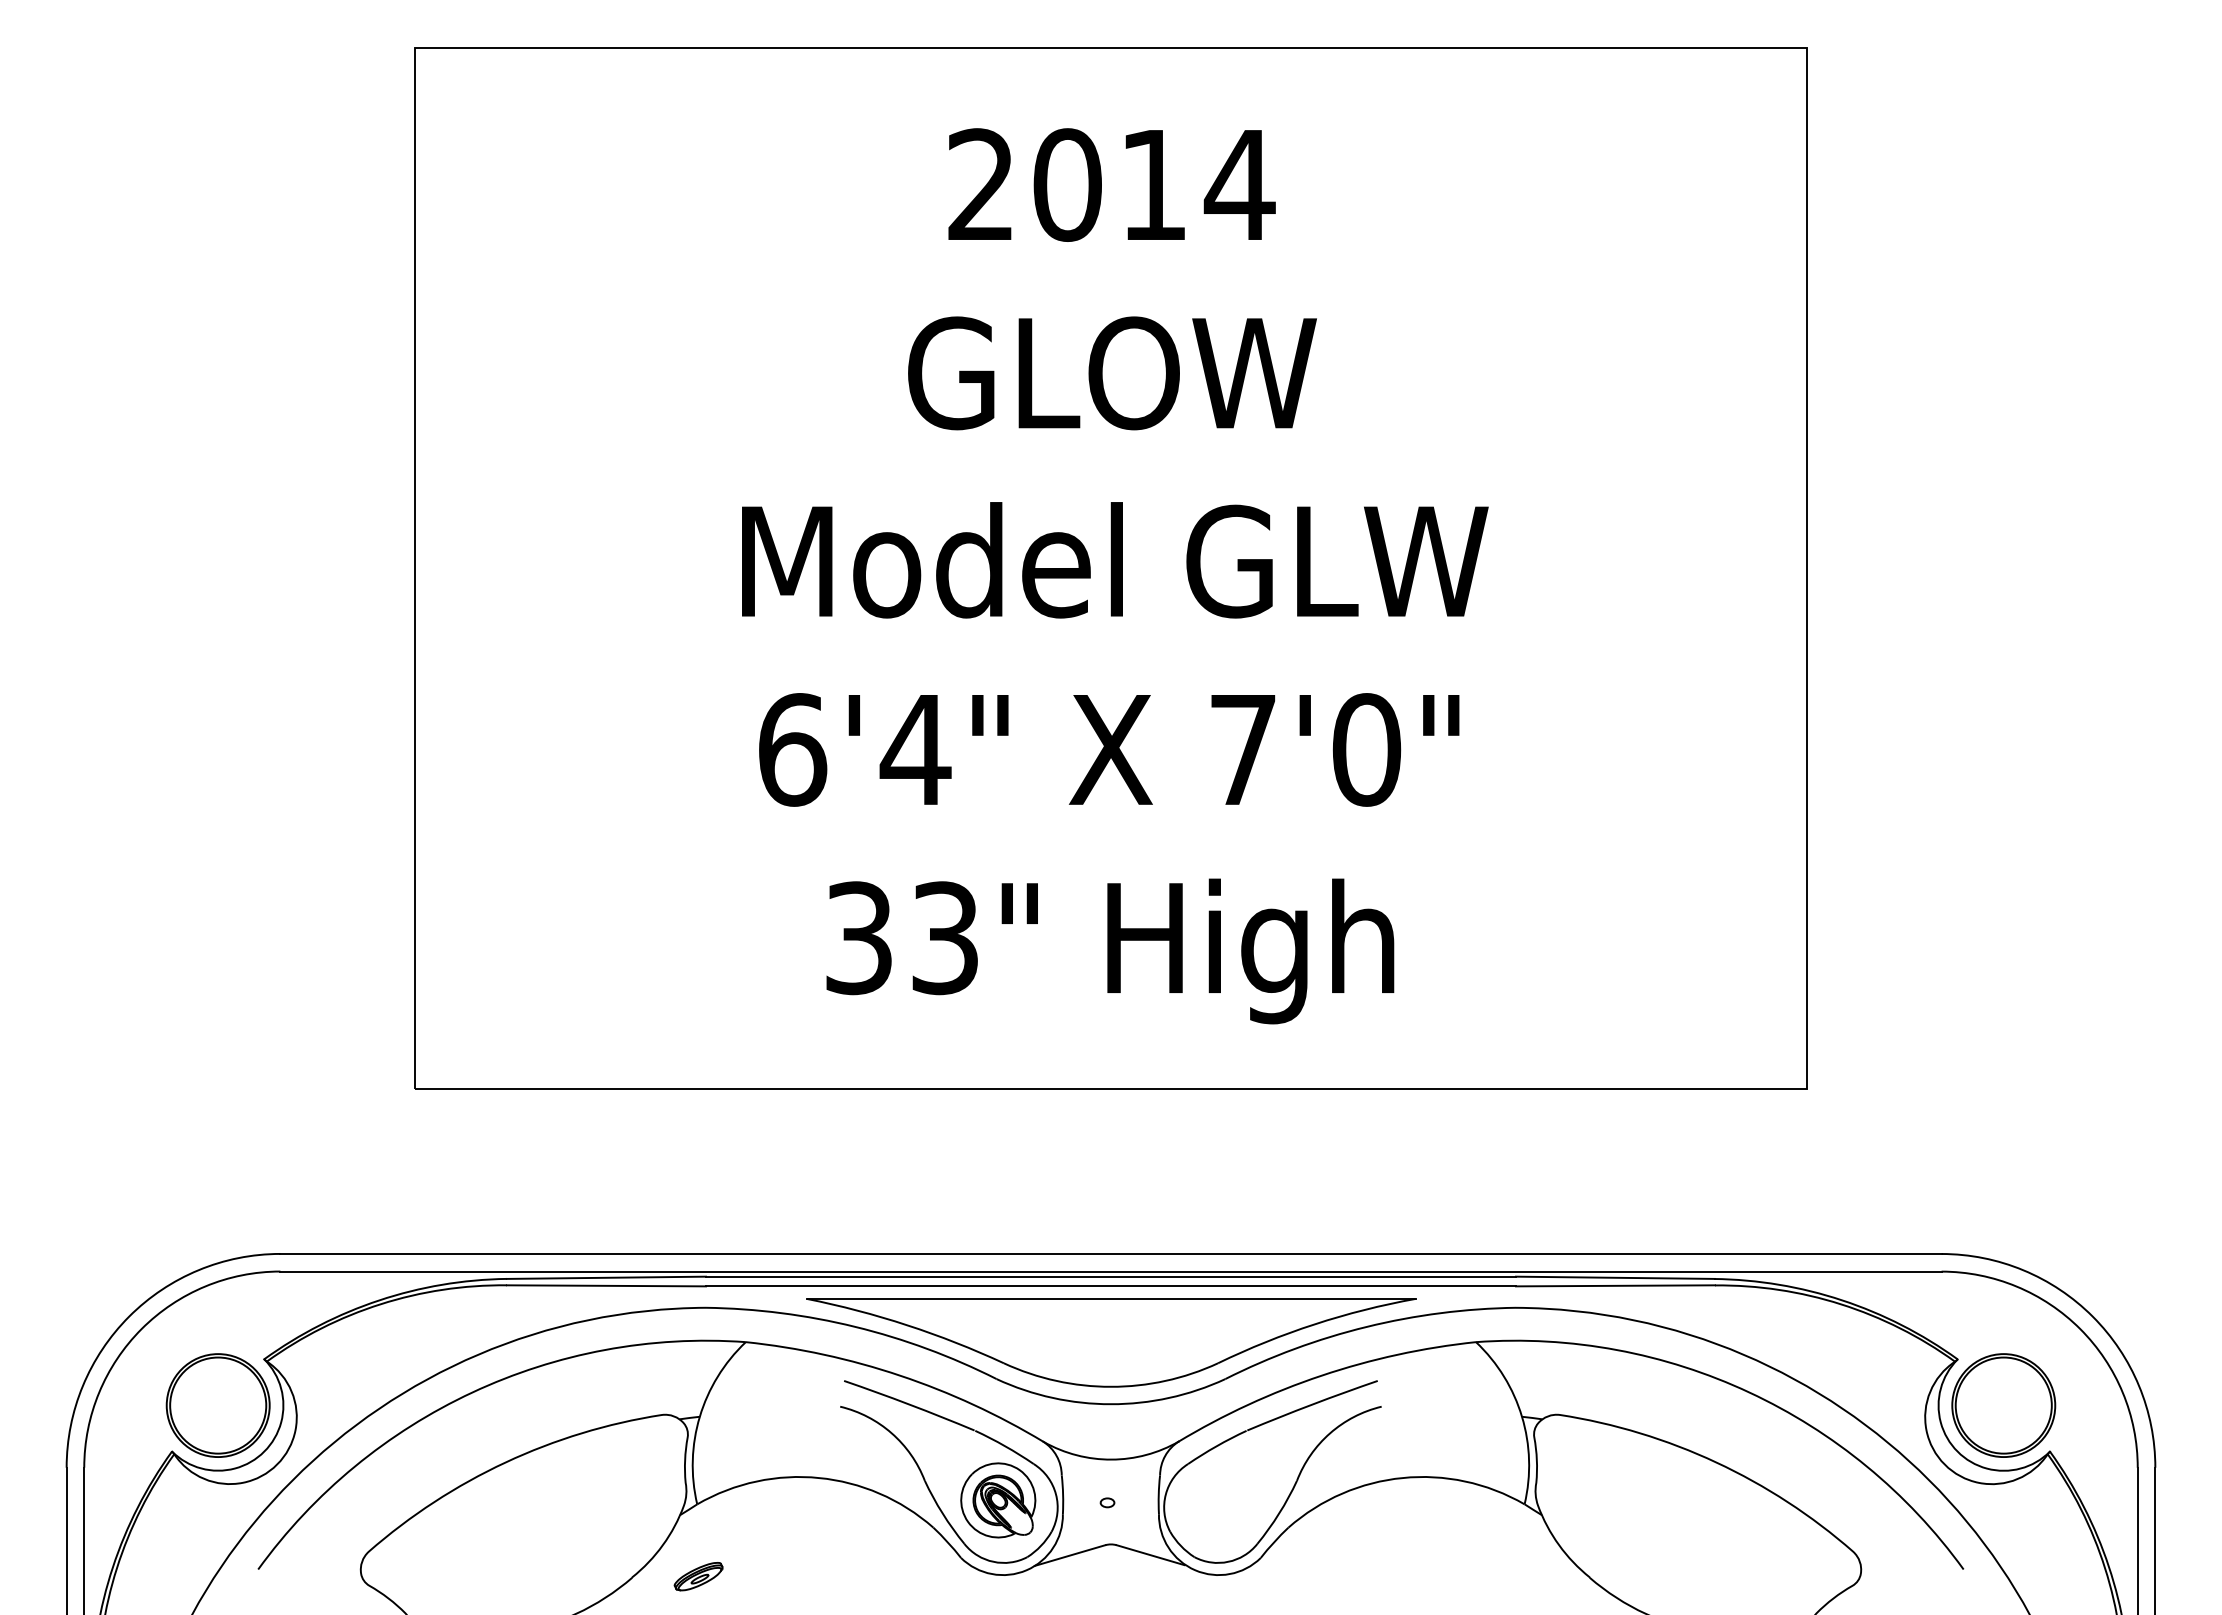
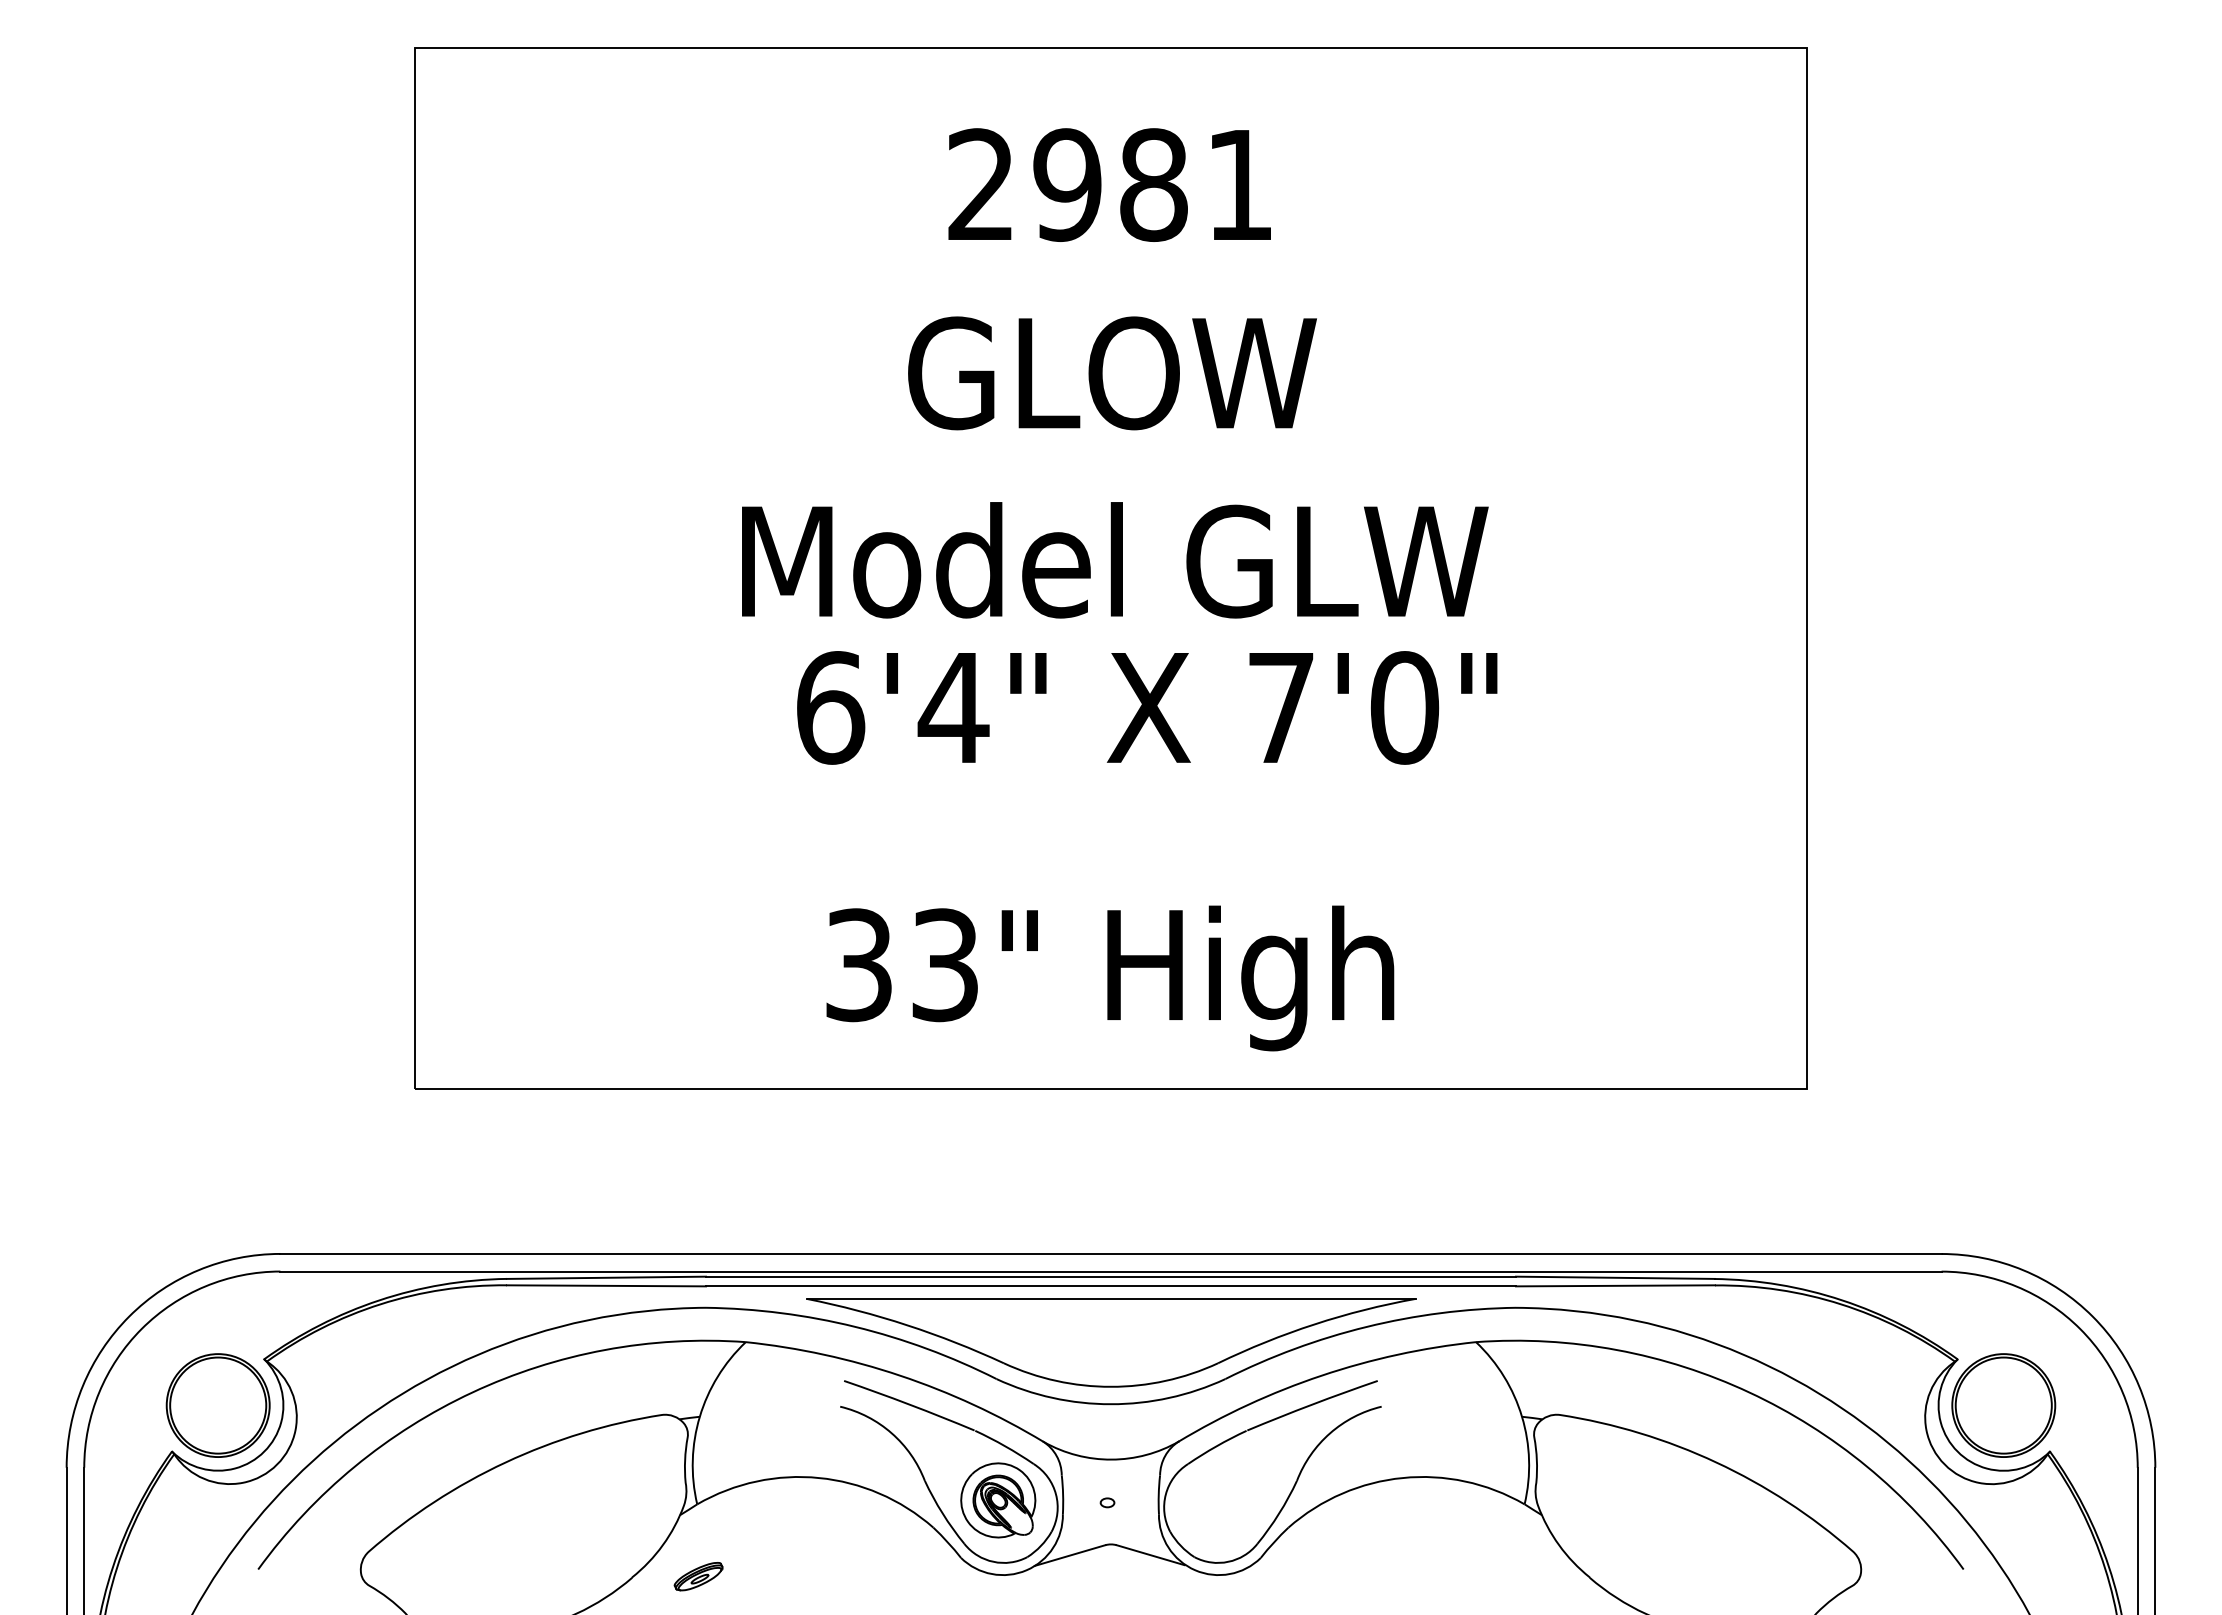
text at (1154, 184): 2014 -> 2981
text at (1109, 749) position: (1109, 749) -> (1147, 707)
text at (1110, 951) position: (1110, 951) -> (1110, 978)
